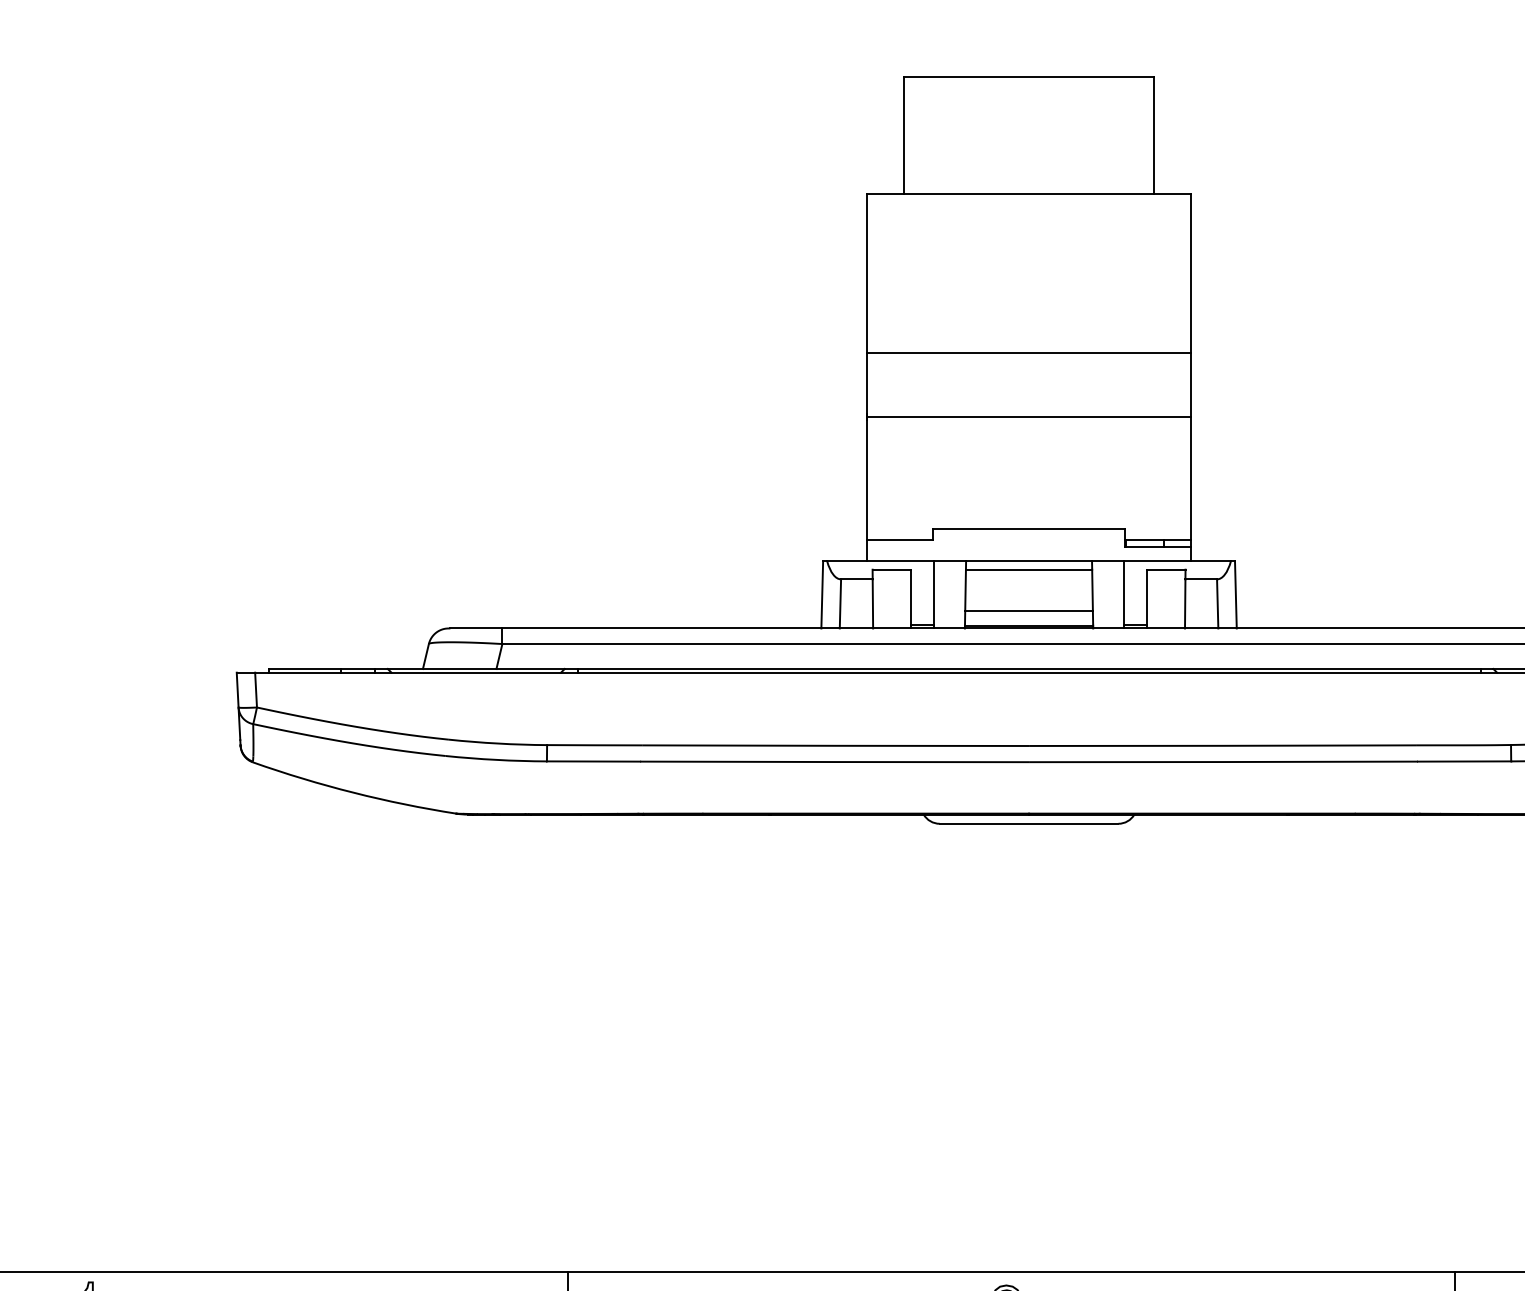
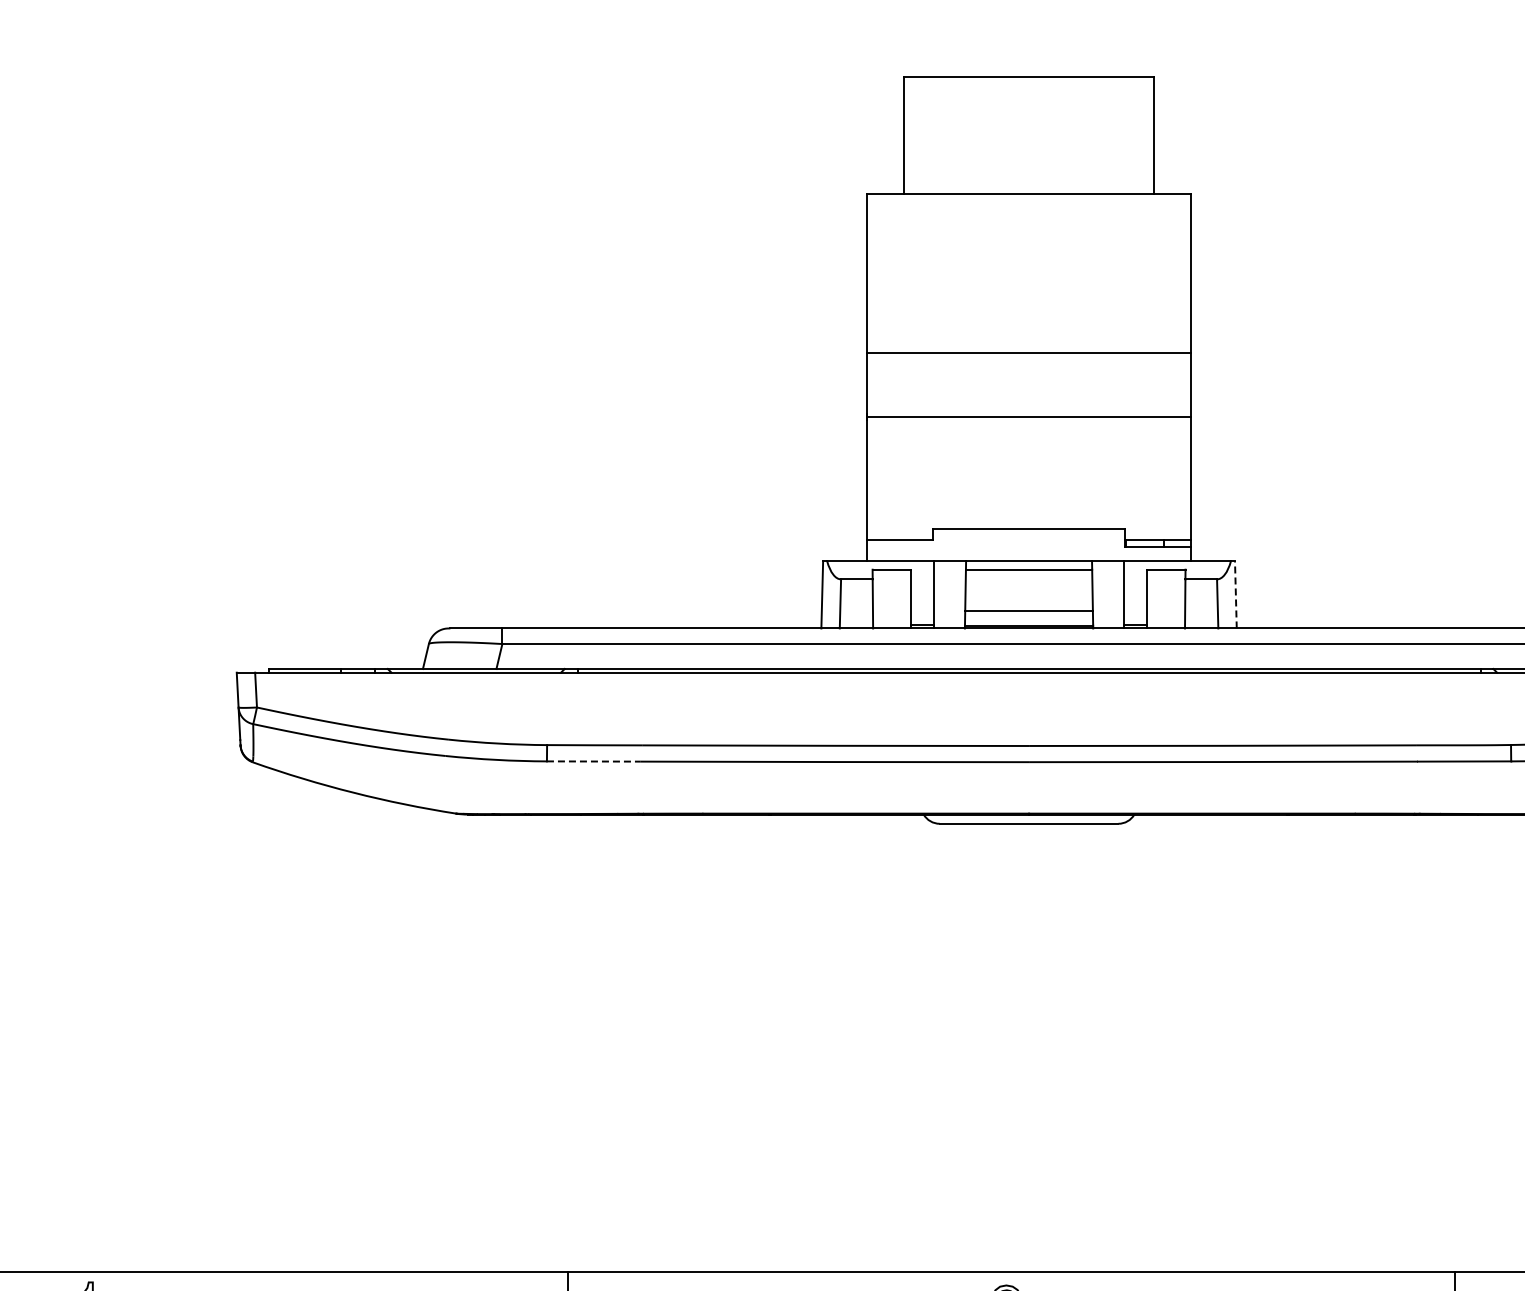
line at (1235, 594): solid -> dashed
line at (593, 761): solid -> dashed
